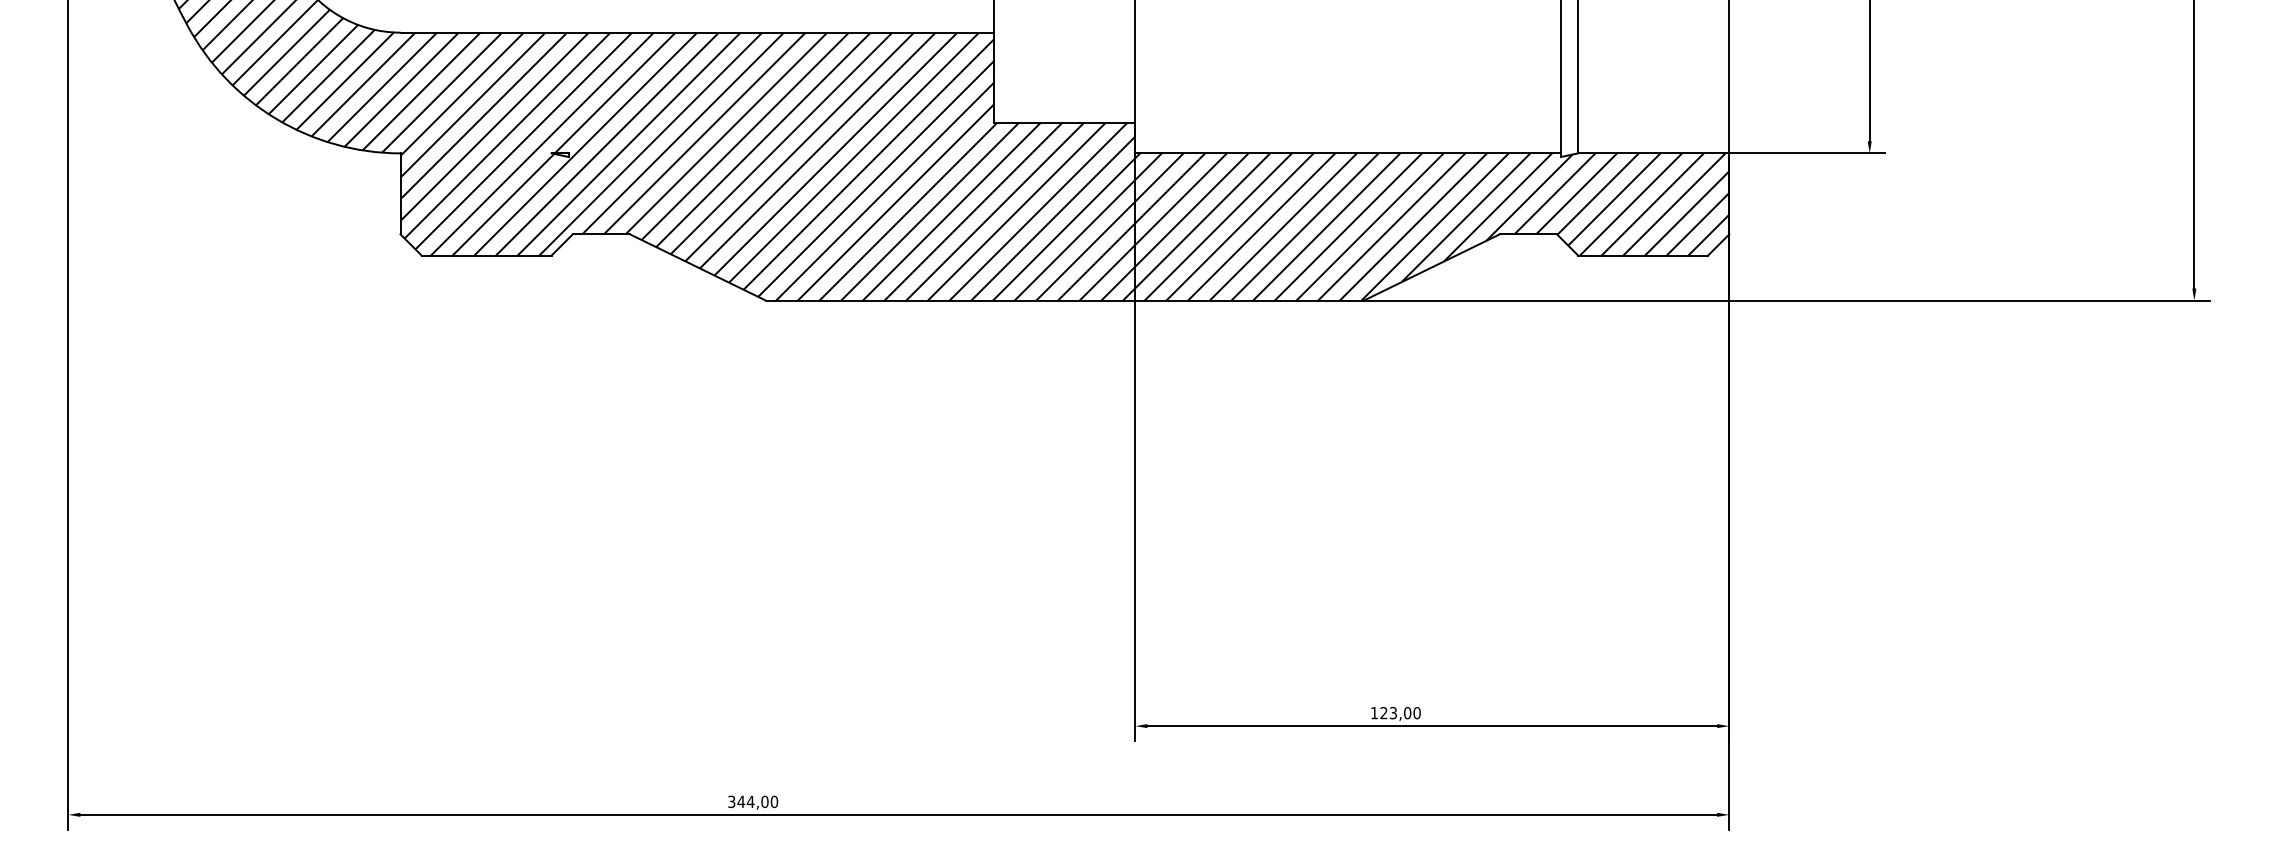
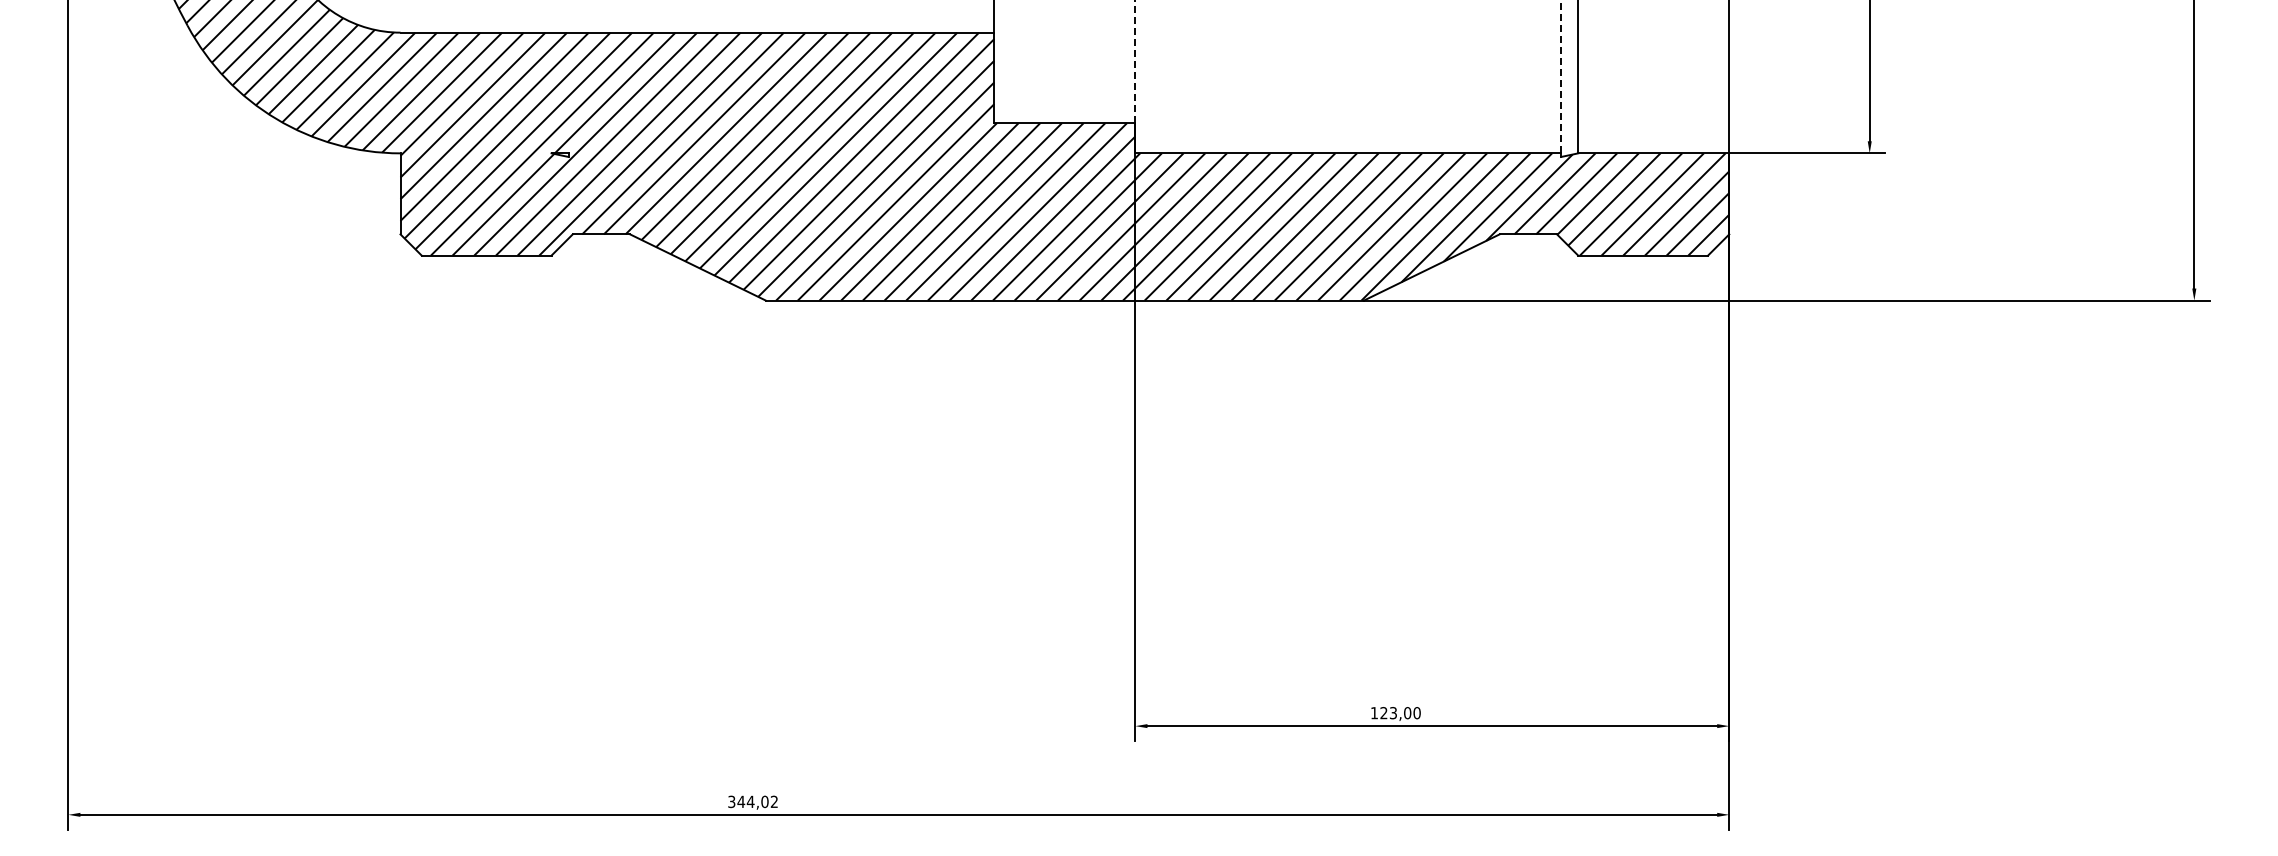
line at (1135, 61): solid -> dashed
line at (1561, 76): solid -> dashed
text at (774, 801): 344,00 -> 344,02
